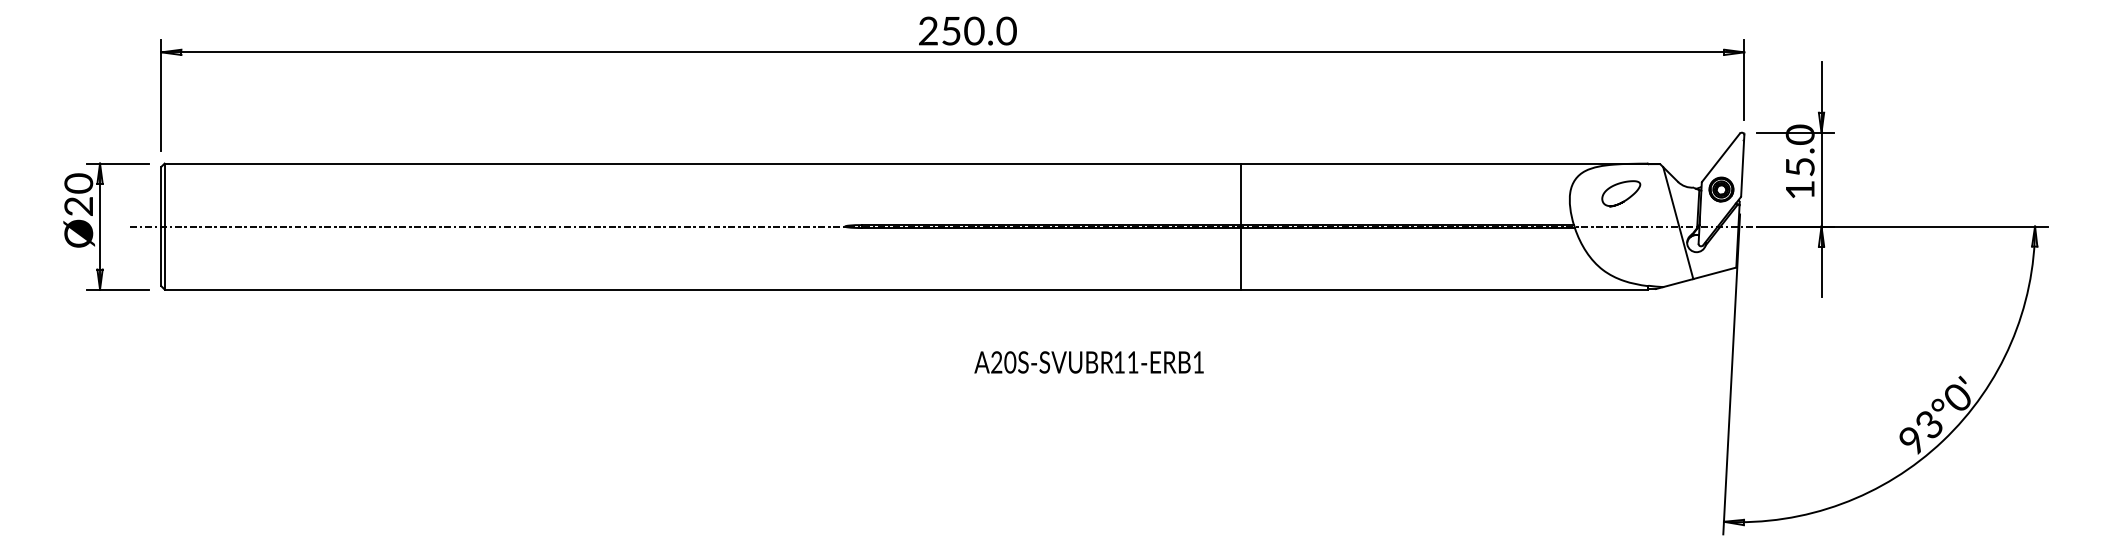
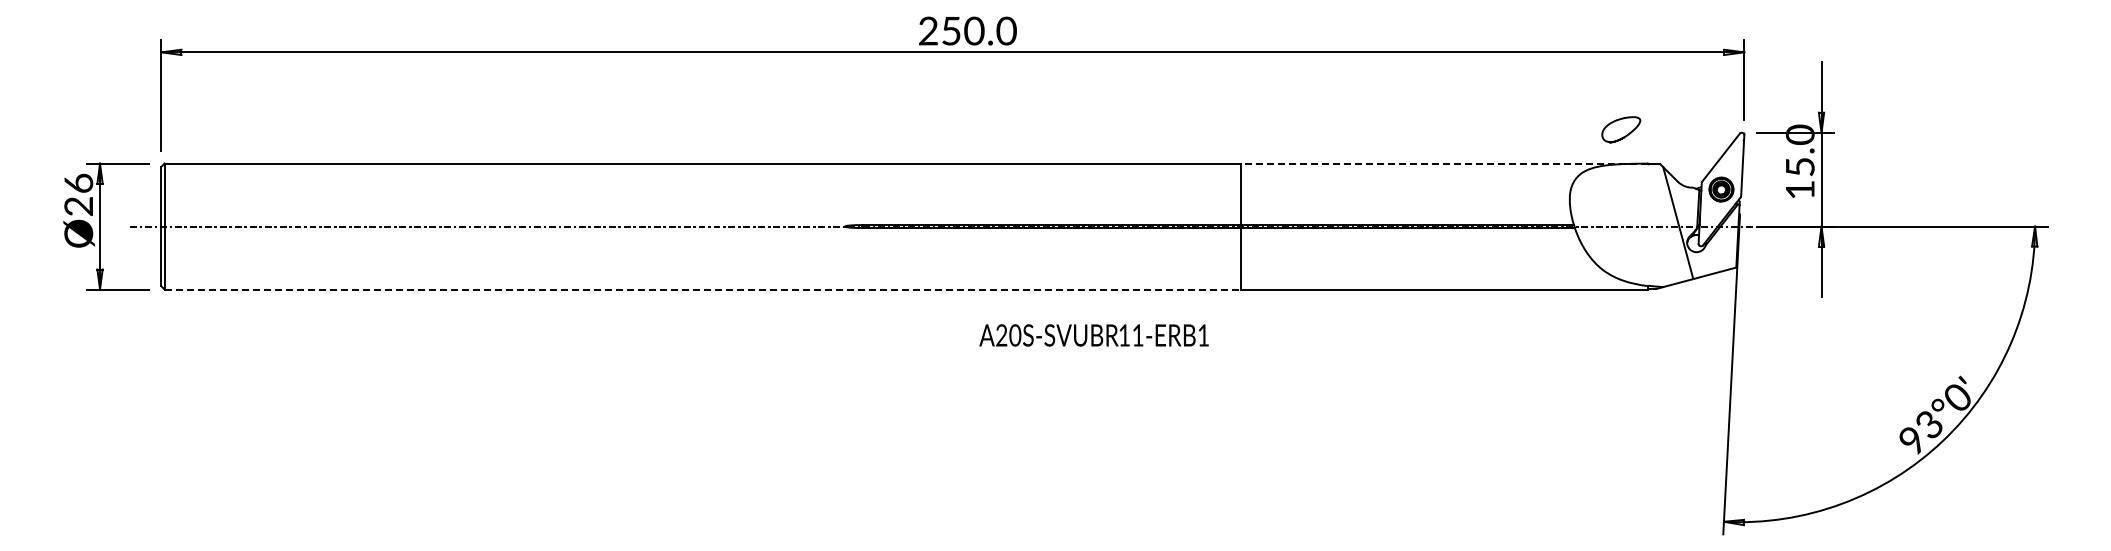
line at (1444, 163): solid -> dashed
text at (78, 183): Ø20 -> Ø26
curve at (1626, 198) position: (1626, 198) -> (1626, 134)
line at (703, 289): solid -> dashed
text at (1088, 362) position: (1088, 362) -> (1093, 335)
